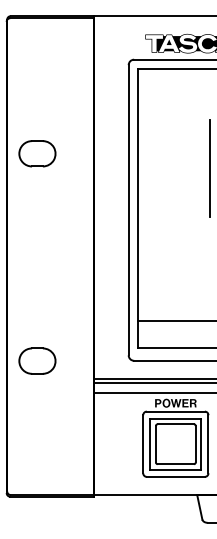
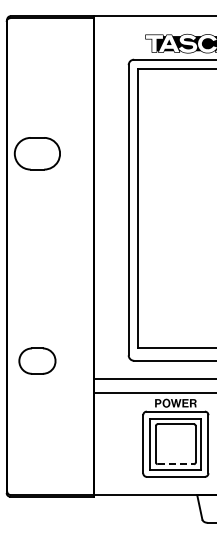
part at (37, 153) size: 39x28 px -> 48x34 px
line at (209, 168): present -> none
line at (175, 320): present -> none
line at (154, 382): present -> none
line at (176, 464): solid -> dashed
